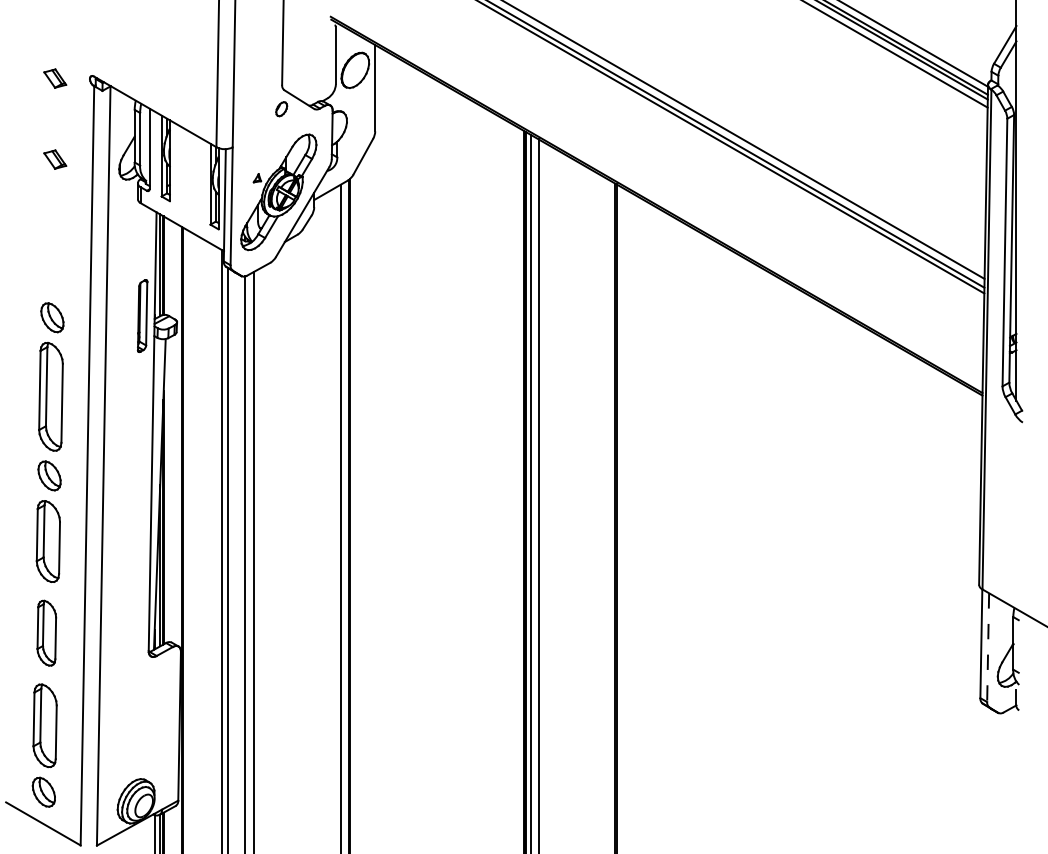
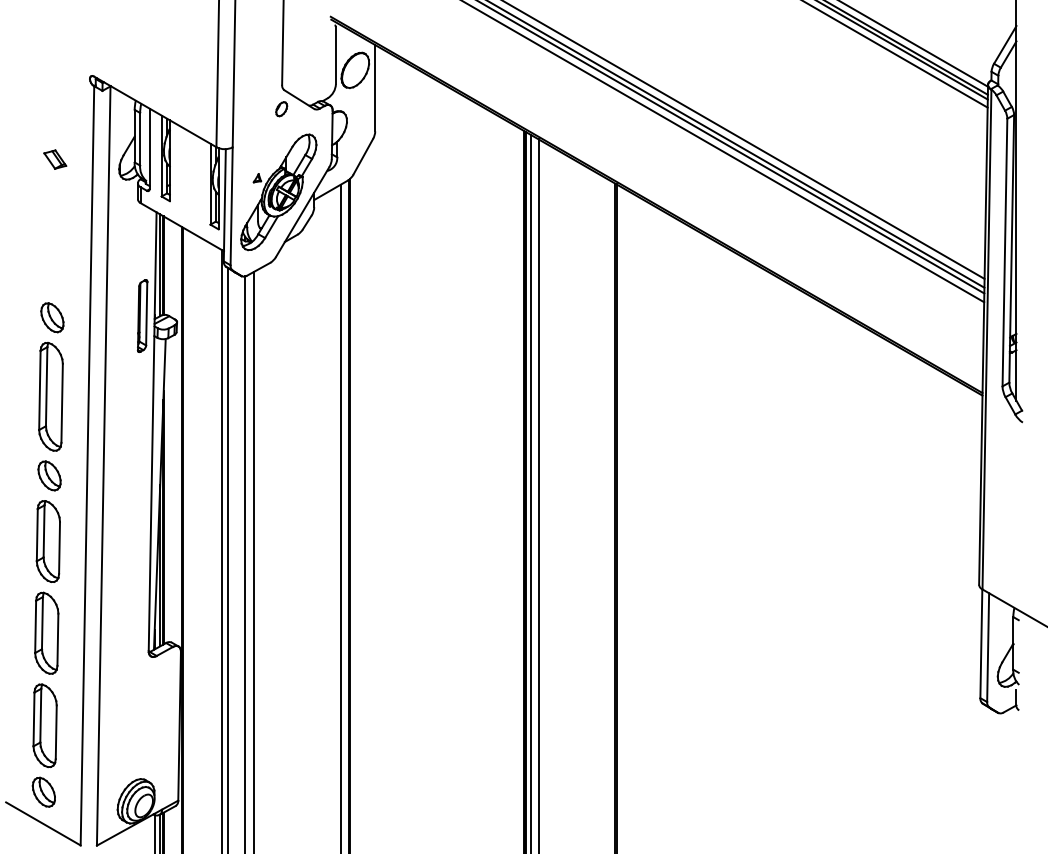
part at (55, 78): present -> none
line at (724, 152): none -> present
part at (46, 632) size: 22x68 px -> 26x84 px
line at (988, 648): dashed -> solid
